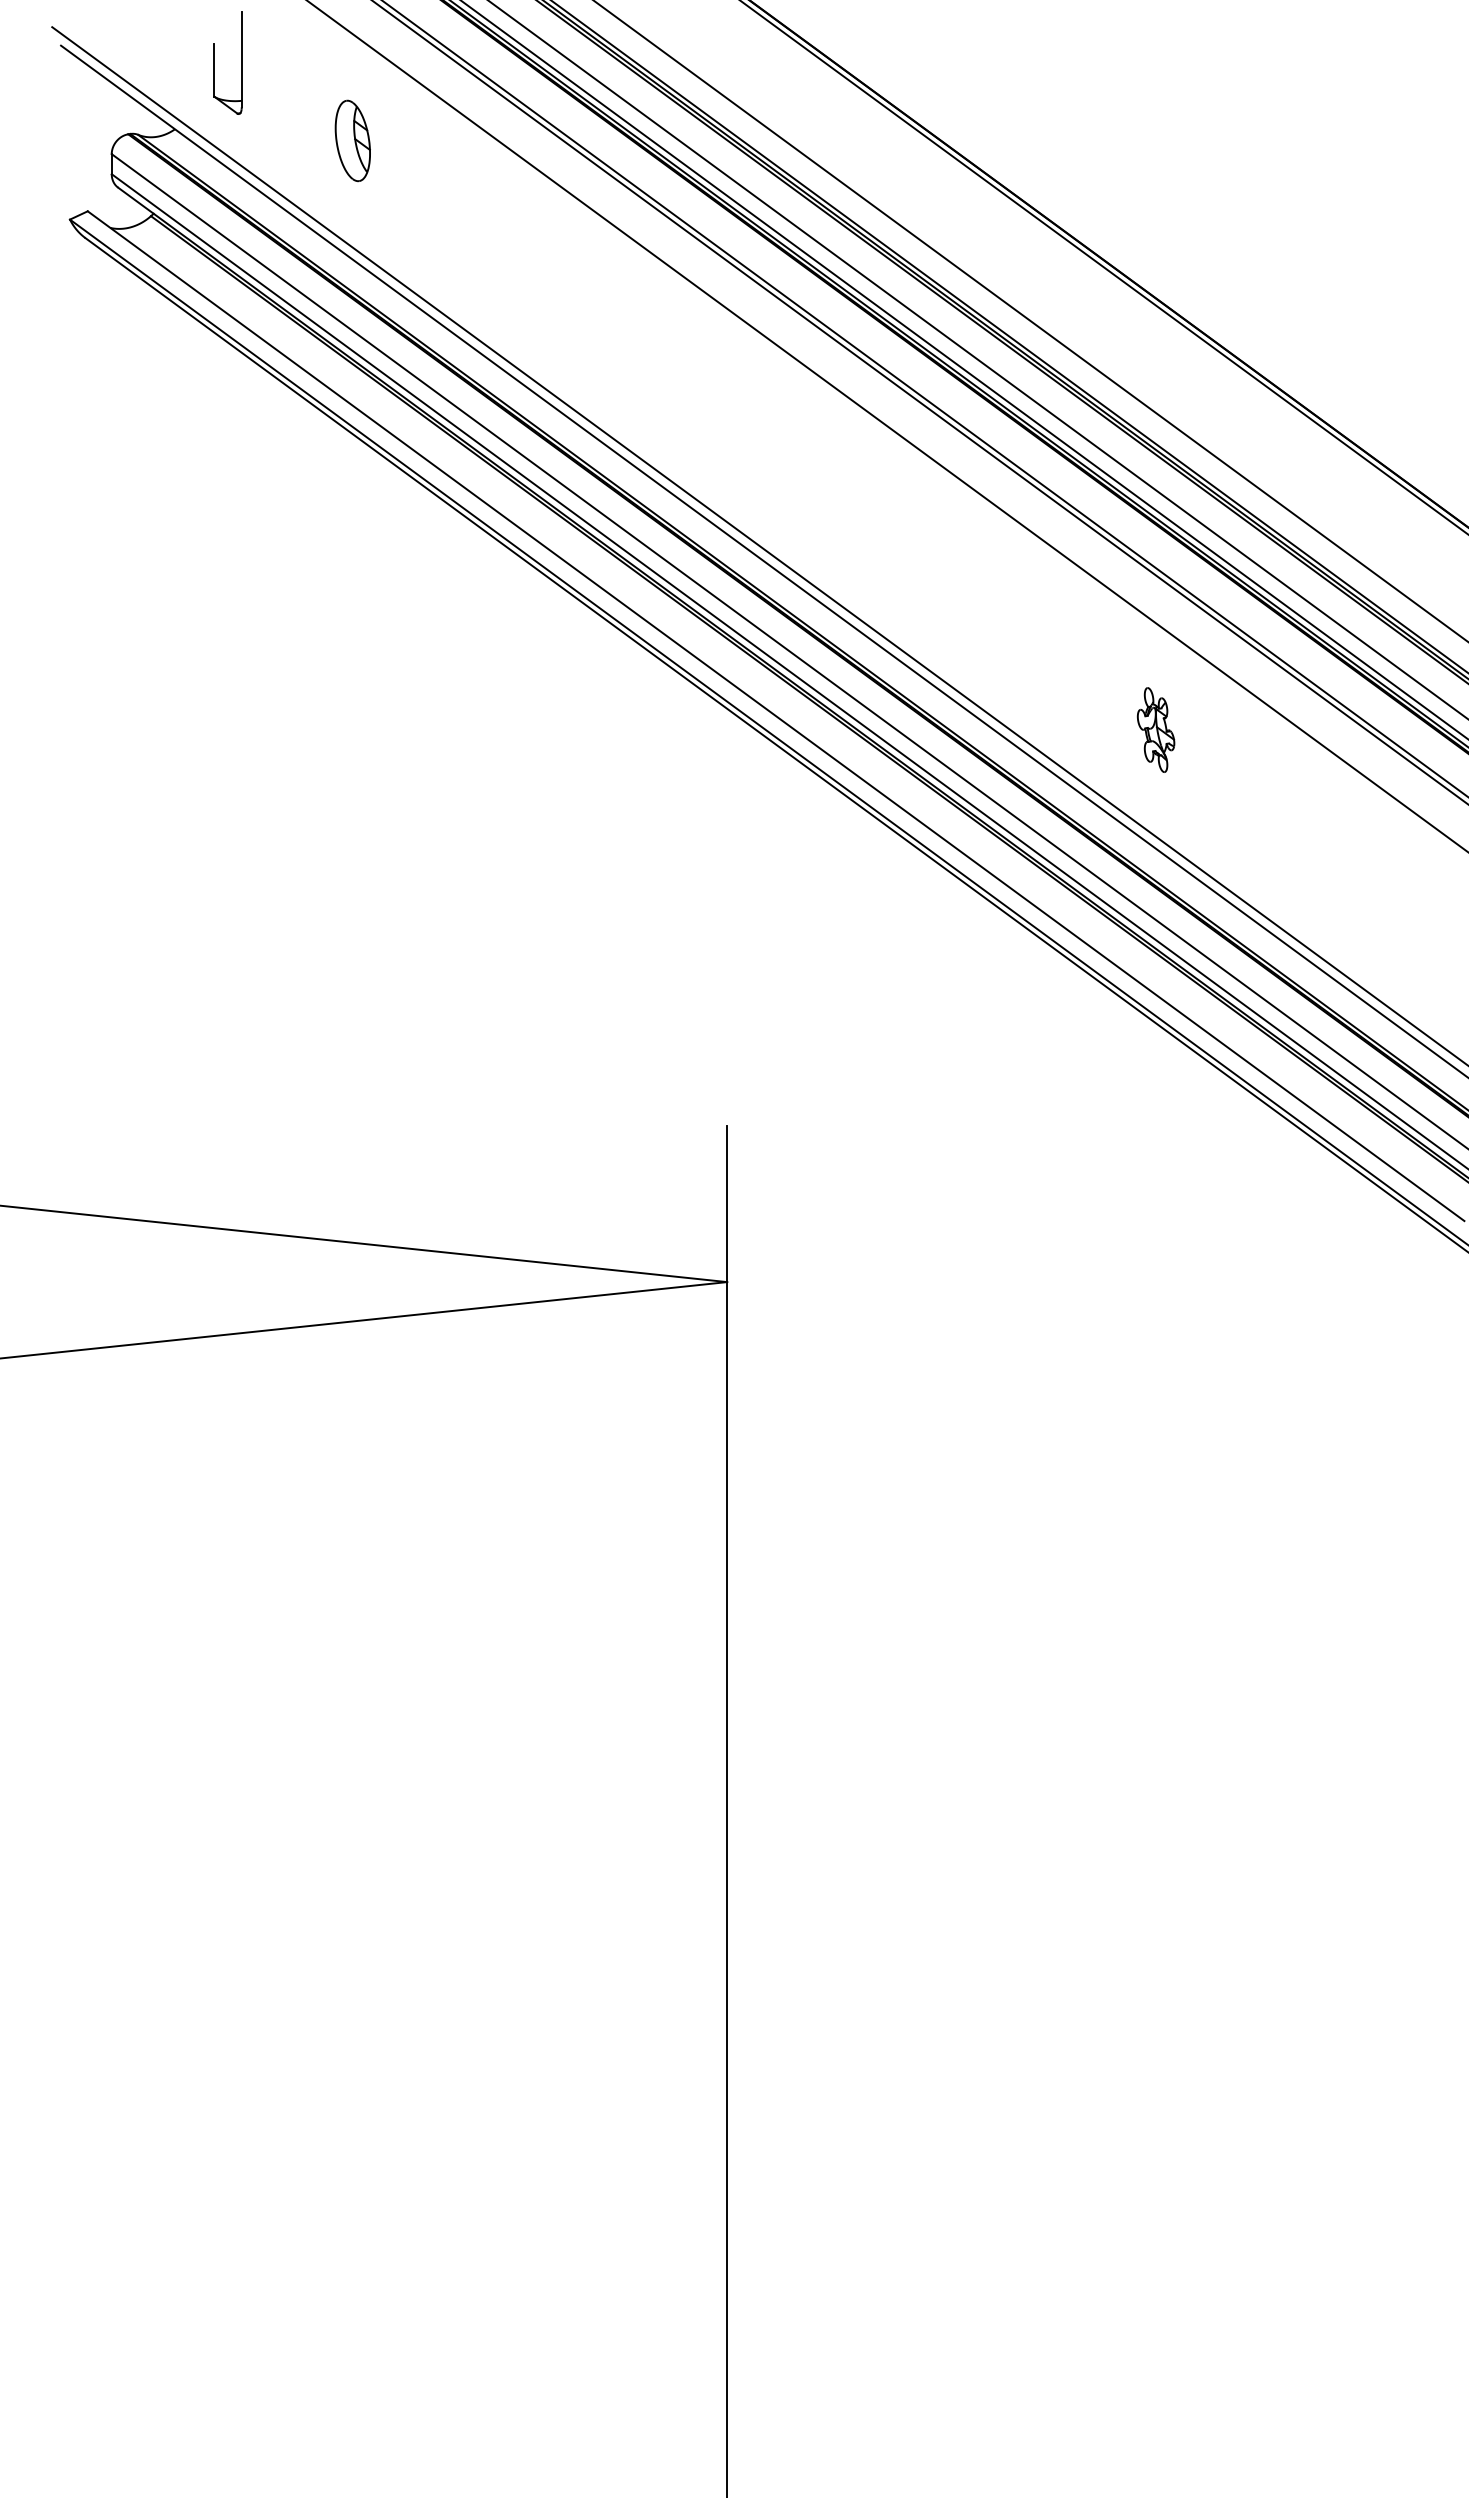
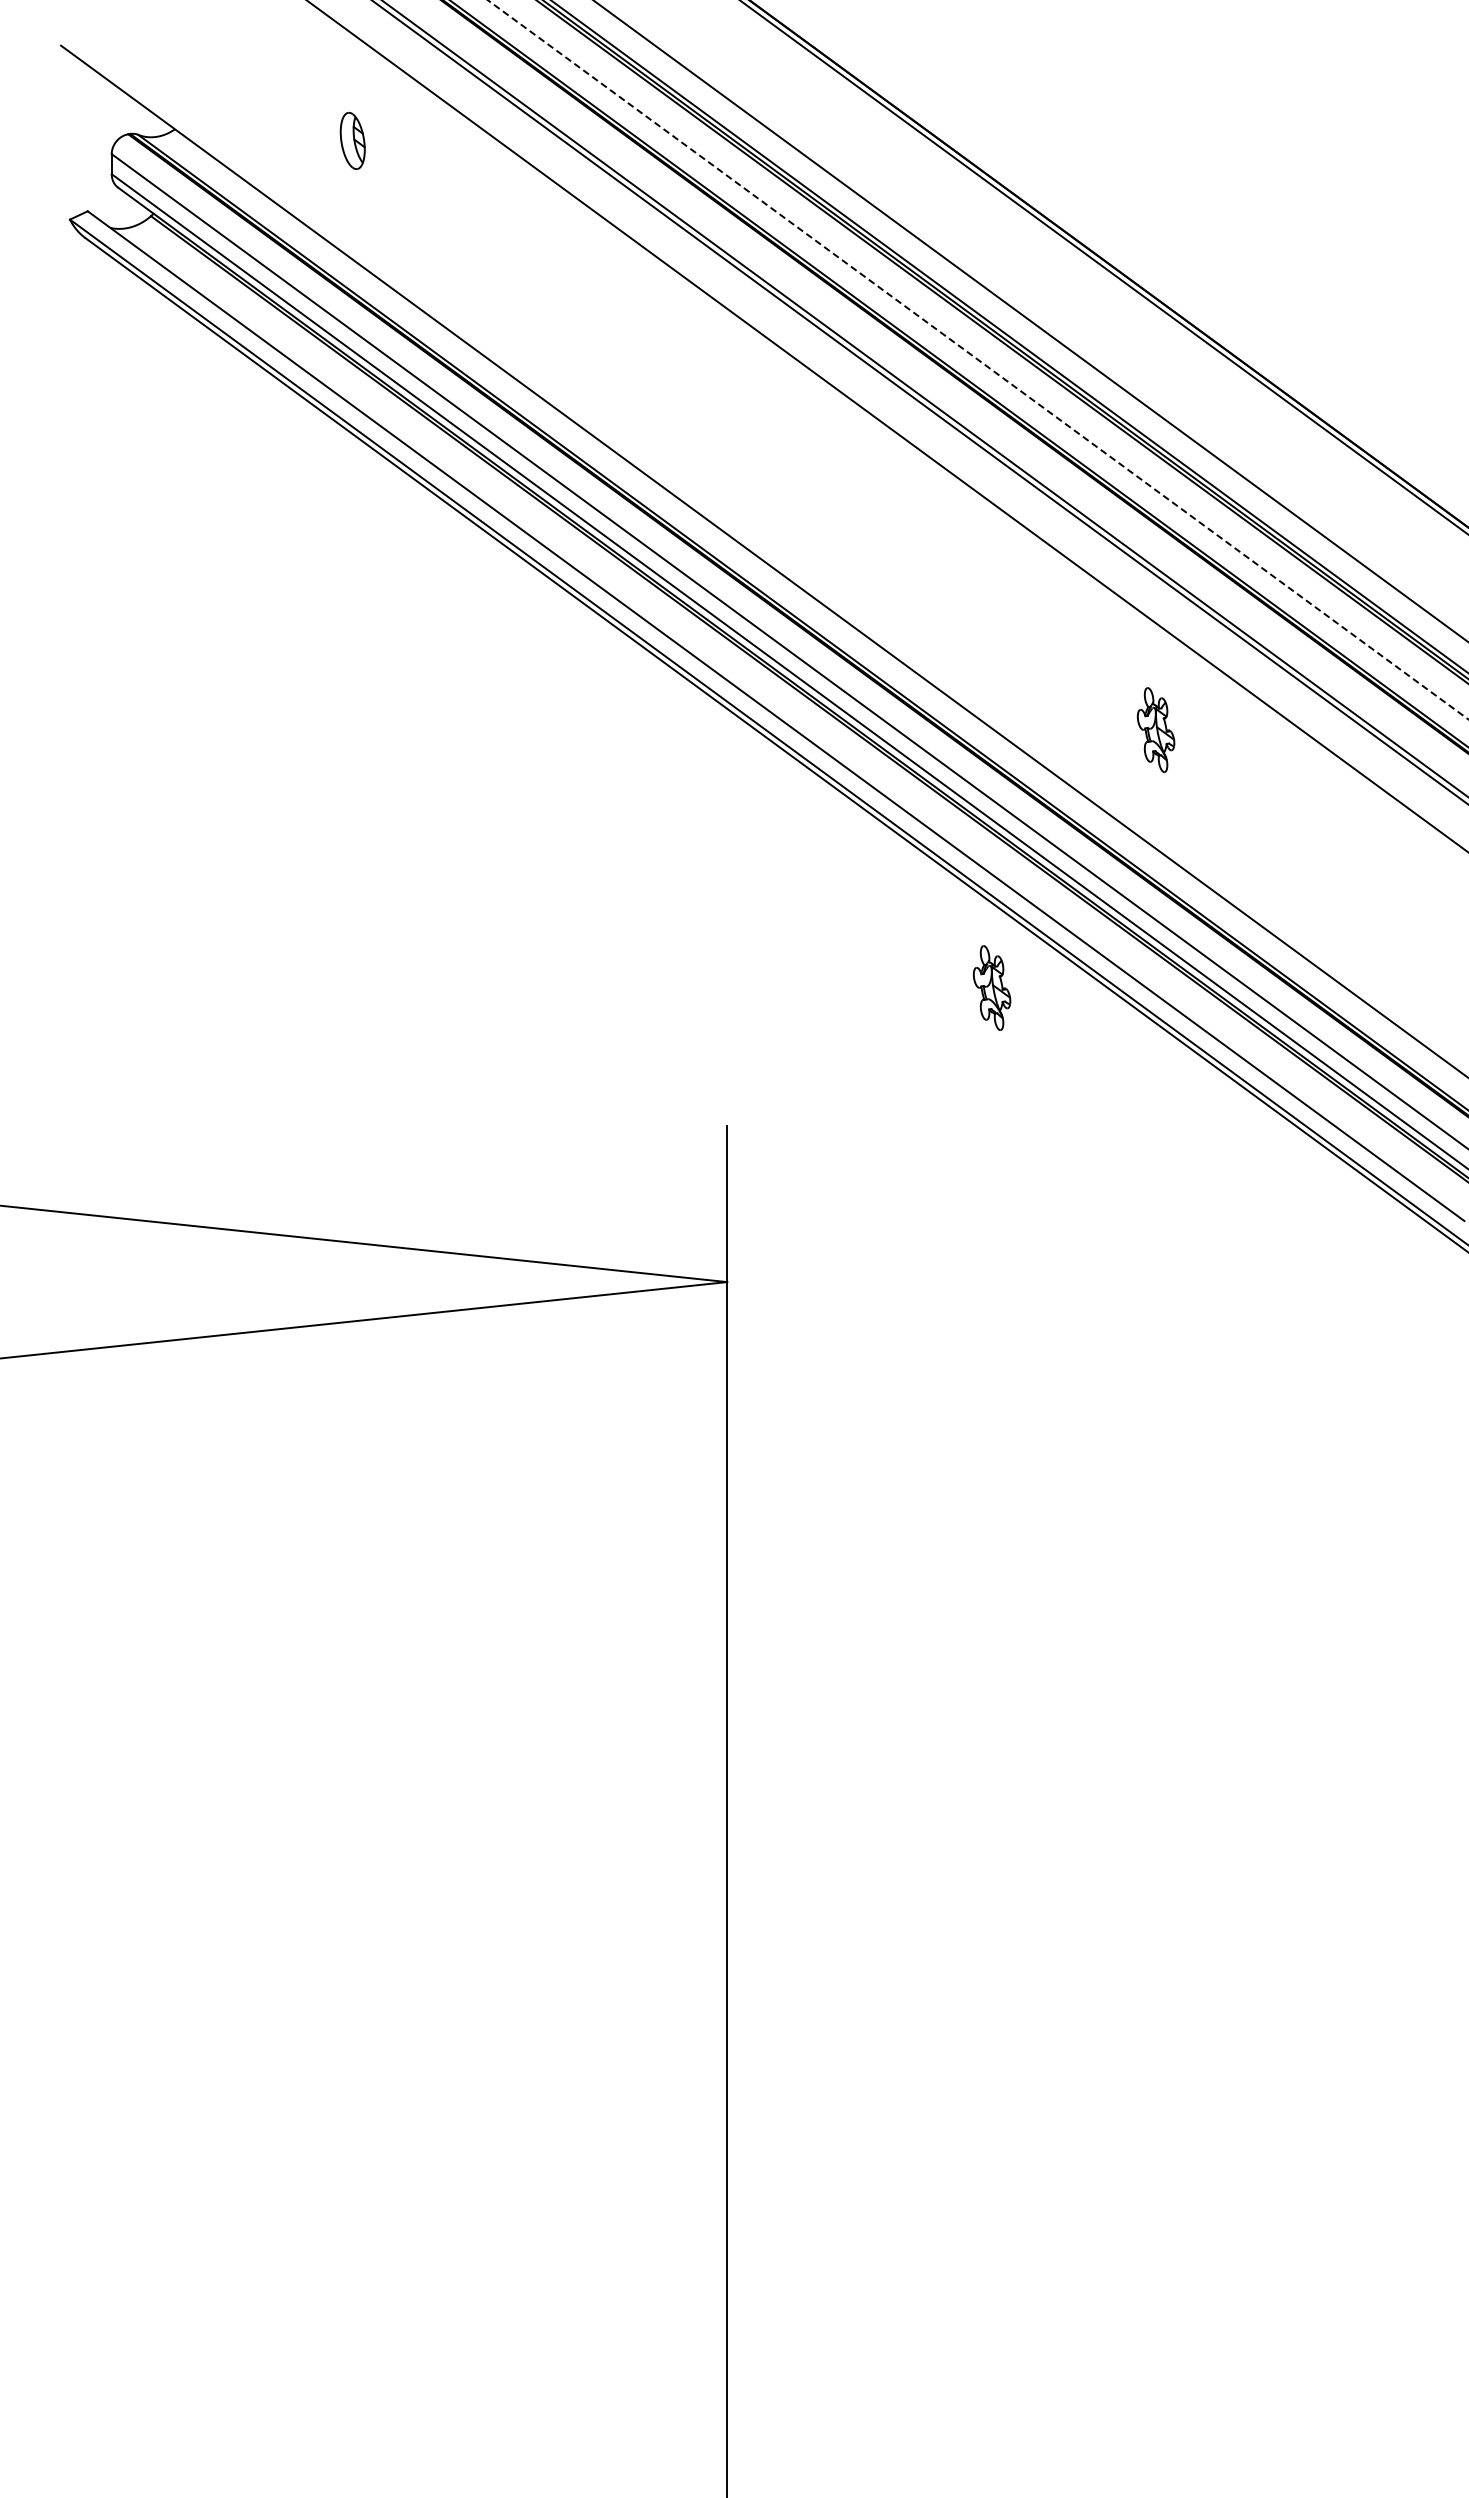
part at (214, 62): present -> none
part at (352, 140) size: 37x84 px -> 27x59 px
line at (977, 359): solid -> dashed
line at (964, 369): present -> none
line at (758, 545): present -> none
part at (991, 987): none -> present
